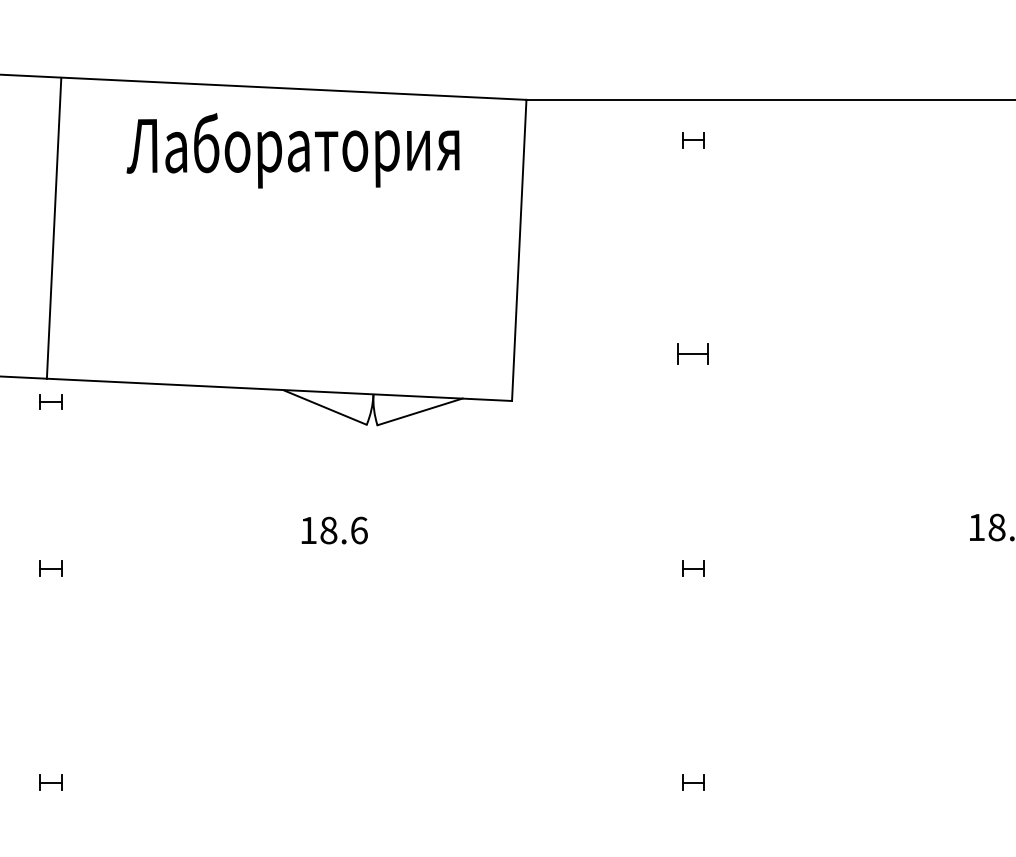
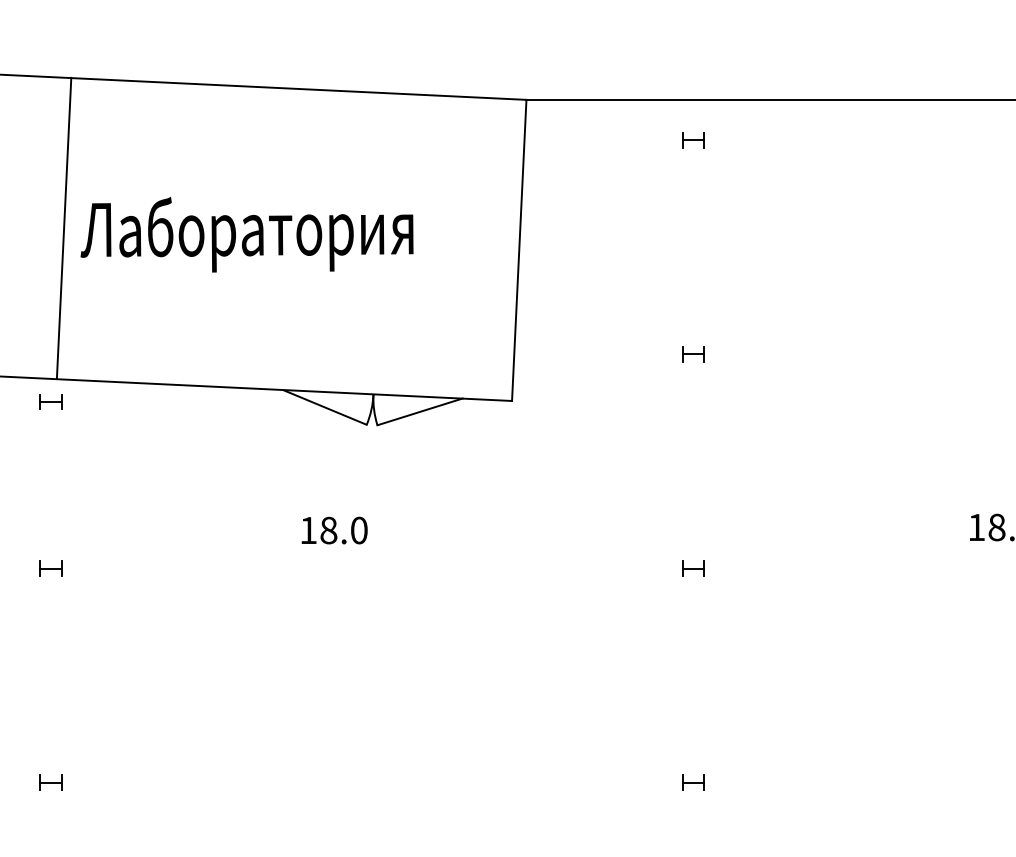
text at (292, 150) position: (292, 150) -> (246, 234)
line at (53, 228) position: (53, 228) -> (63, 228)
part at (692, 353) size: 32x22 px -> 23x17 px
text at (359, 530): 18.6 -> 18.0
